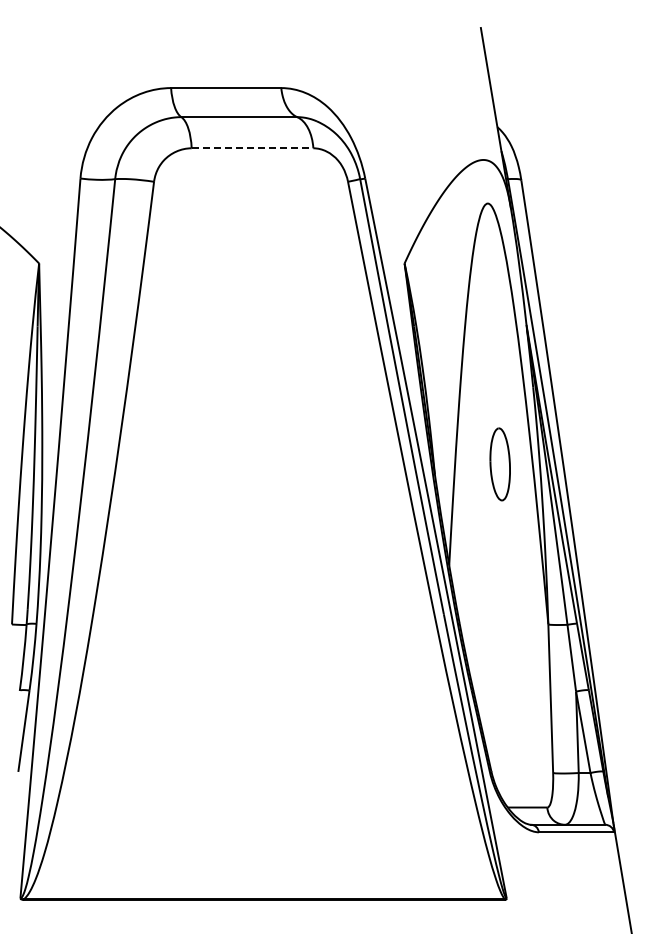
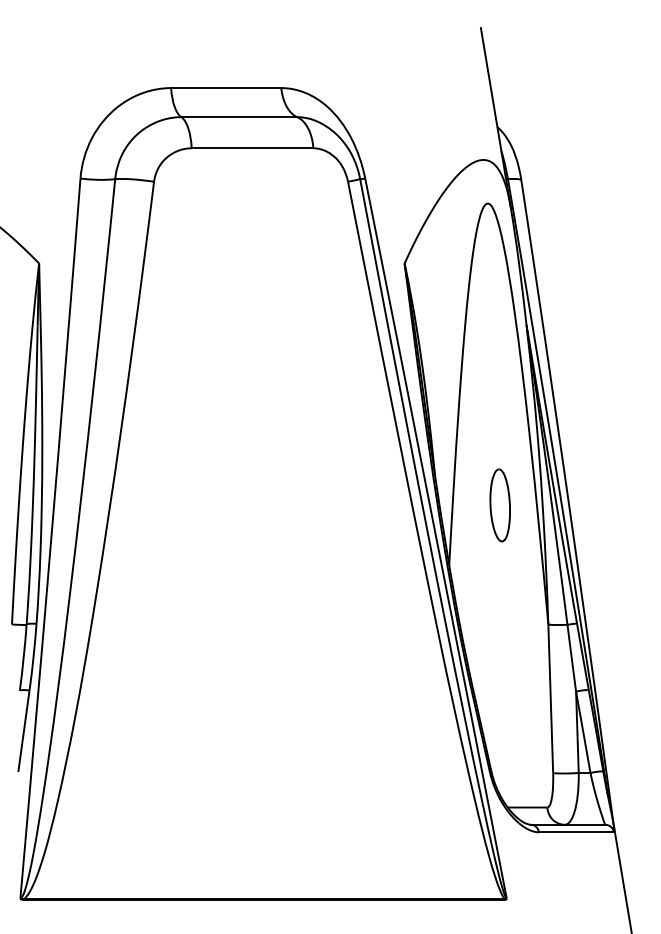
line at (252, 148): dashed -> solid
part at (499, 464) position: (499, 464) -> (499, 505)
